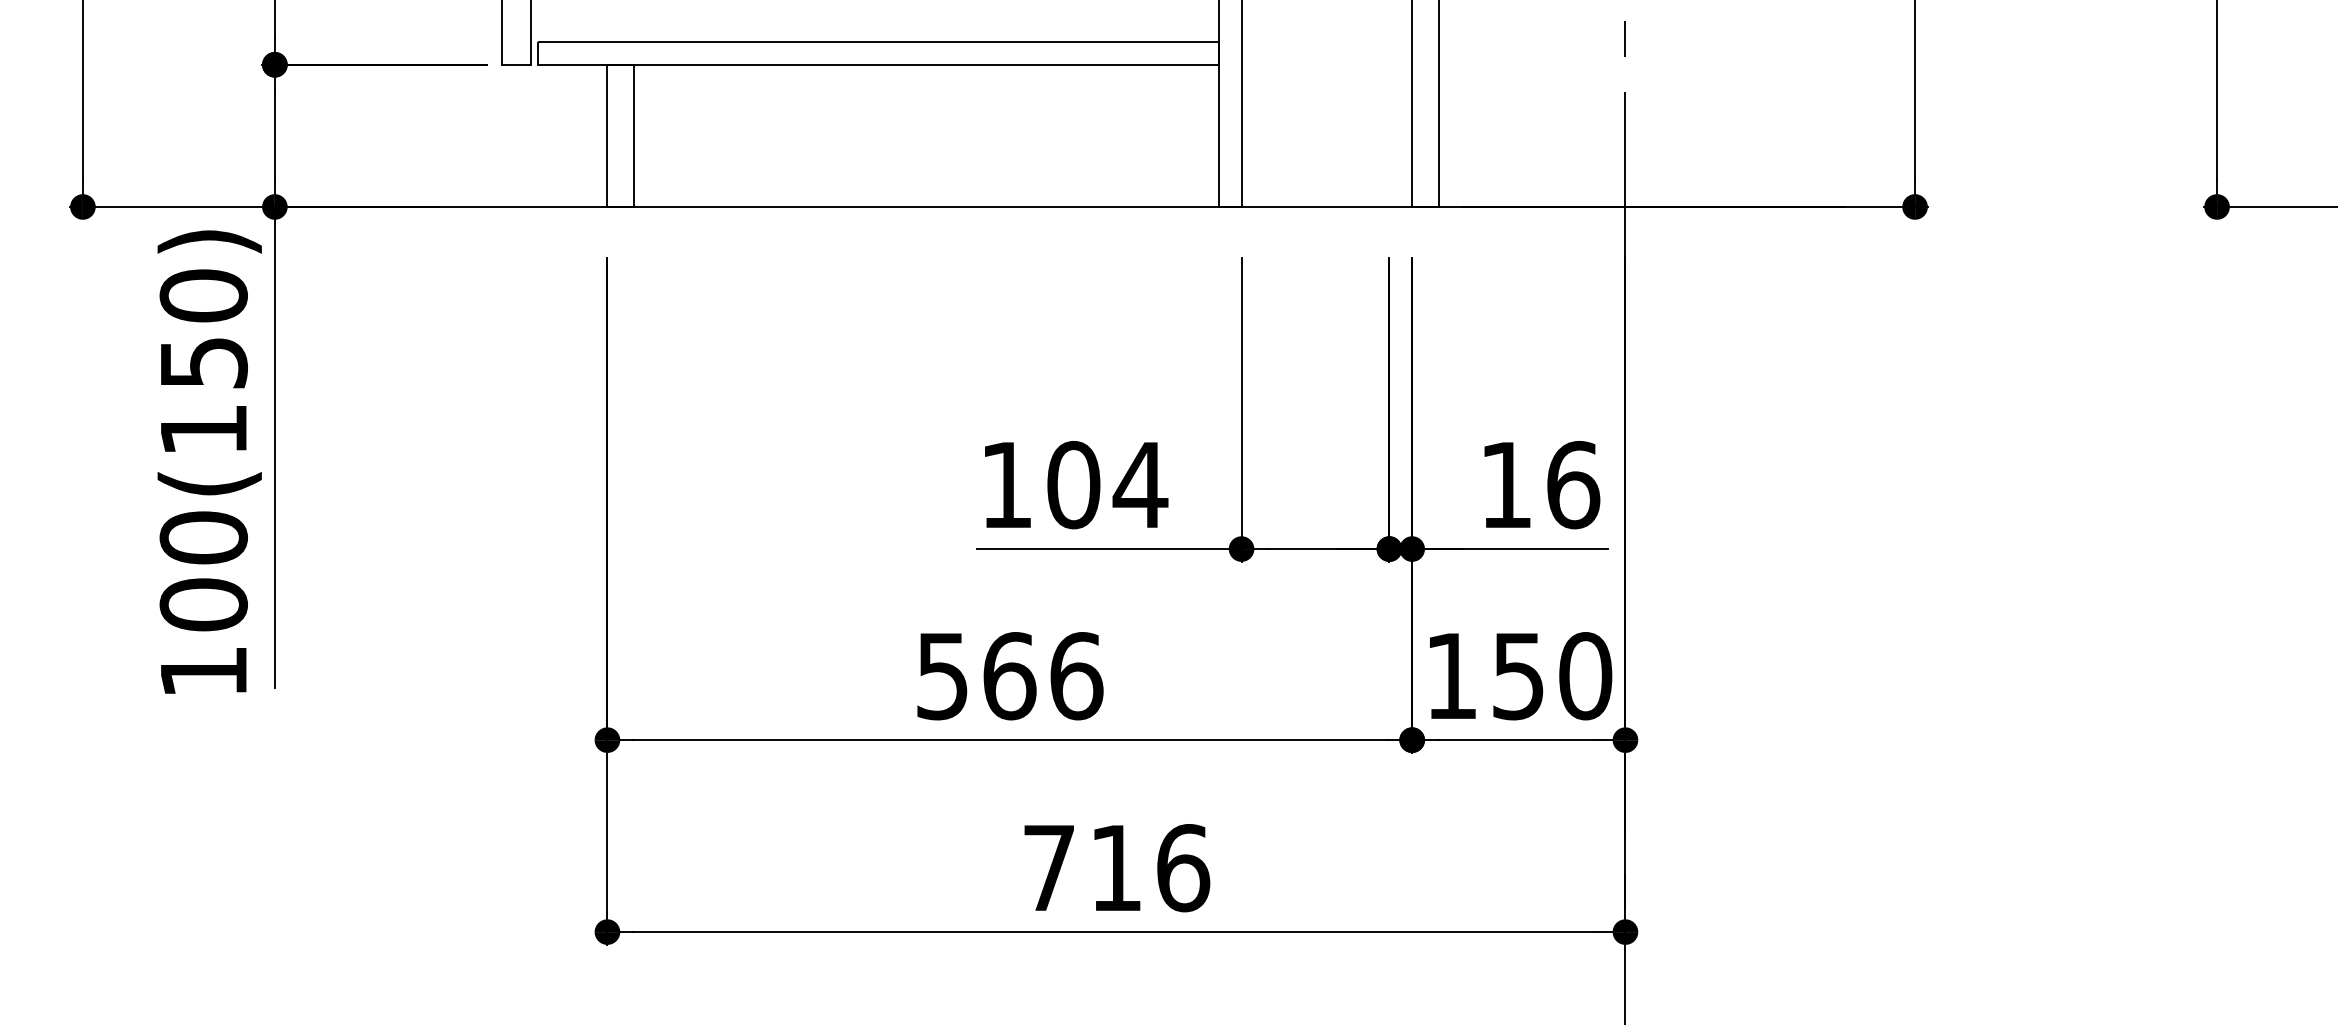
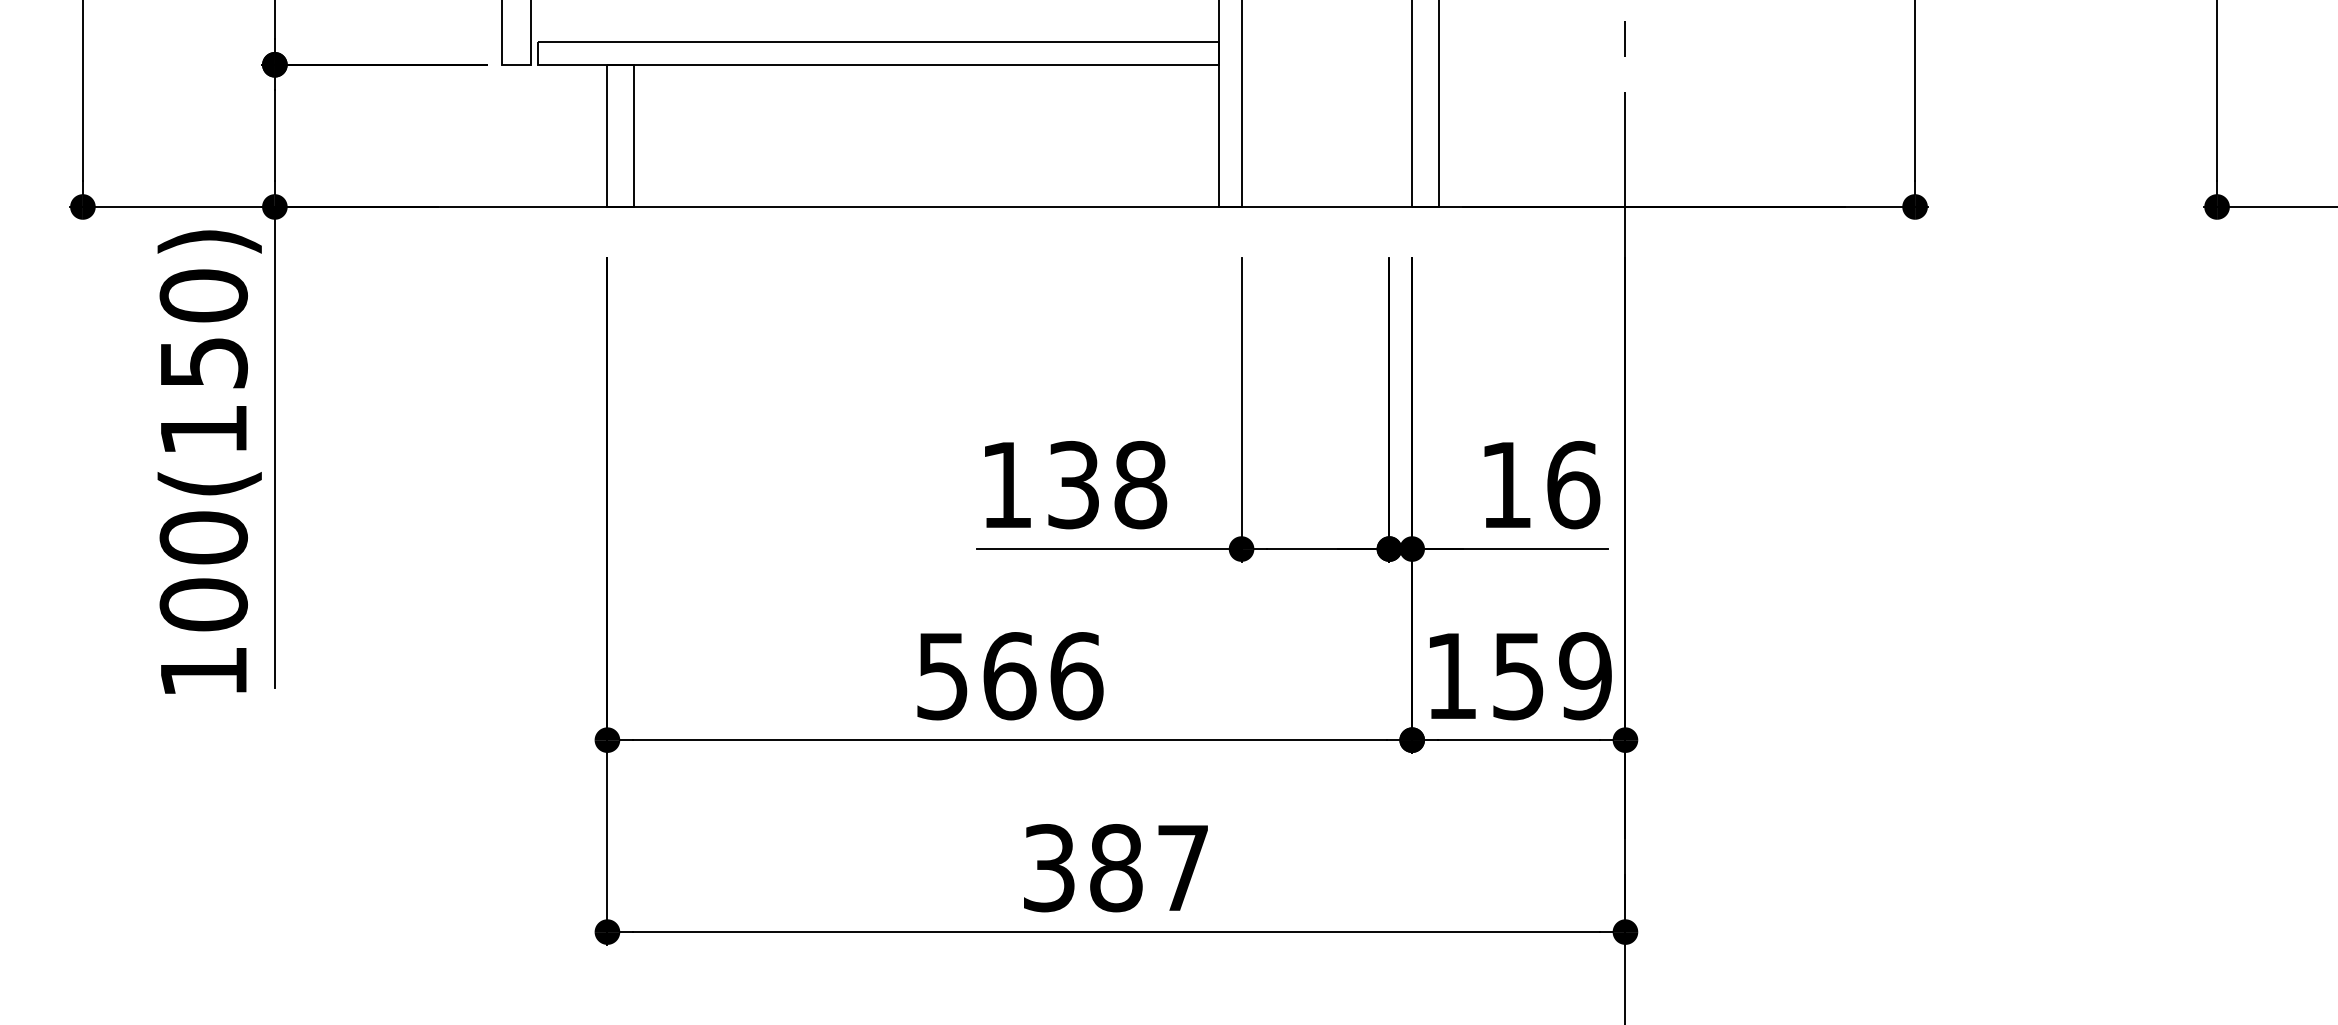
text at (1107, 484): 104 -> 138
text at (1585, 676): 150 -> 159
text at (1117, 868): 716 -> 387
